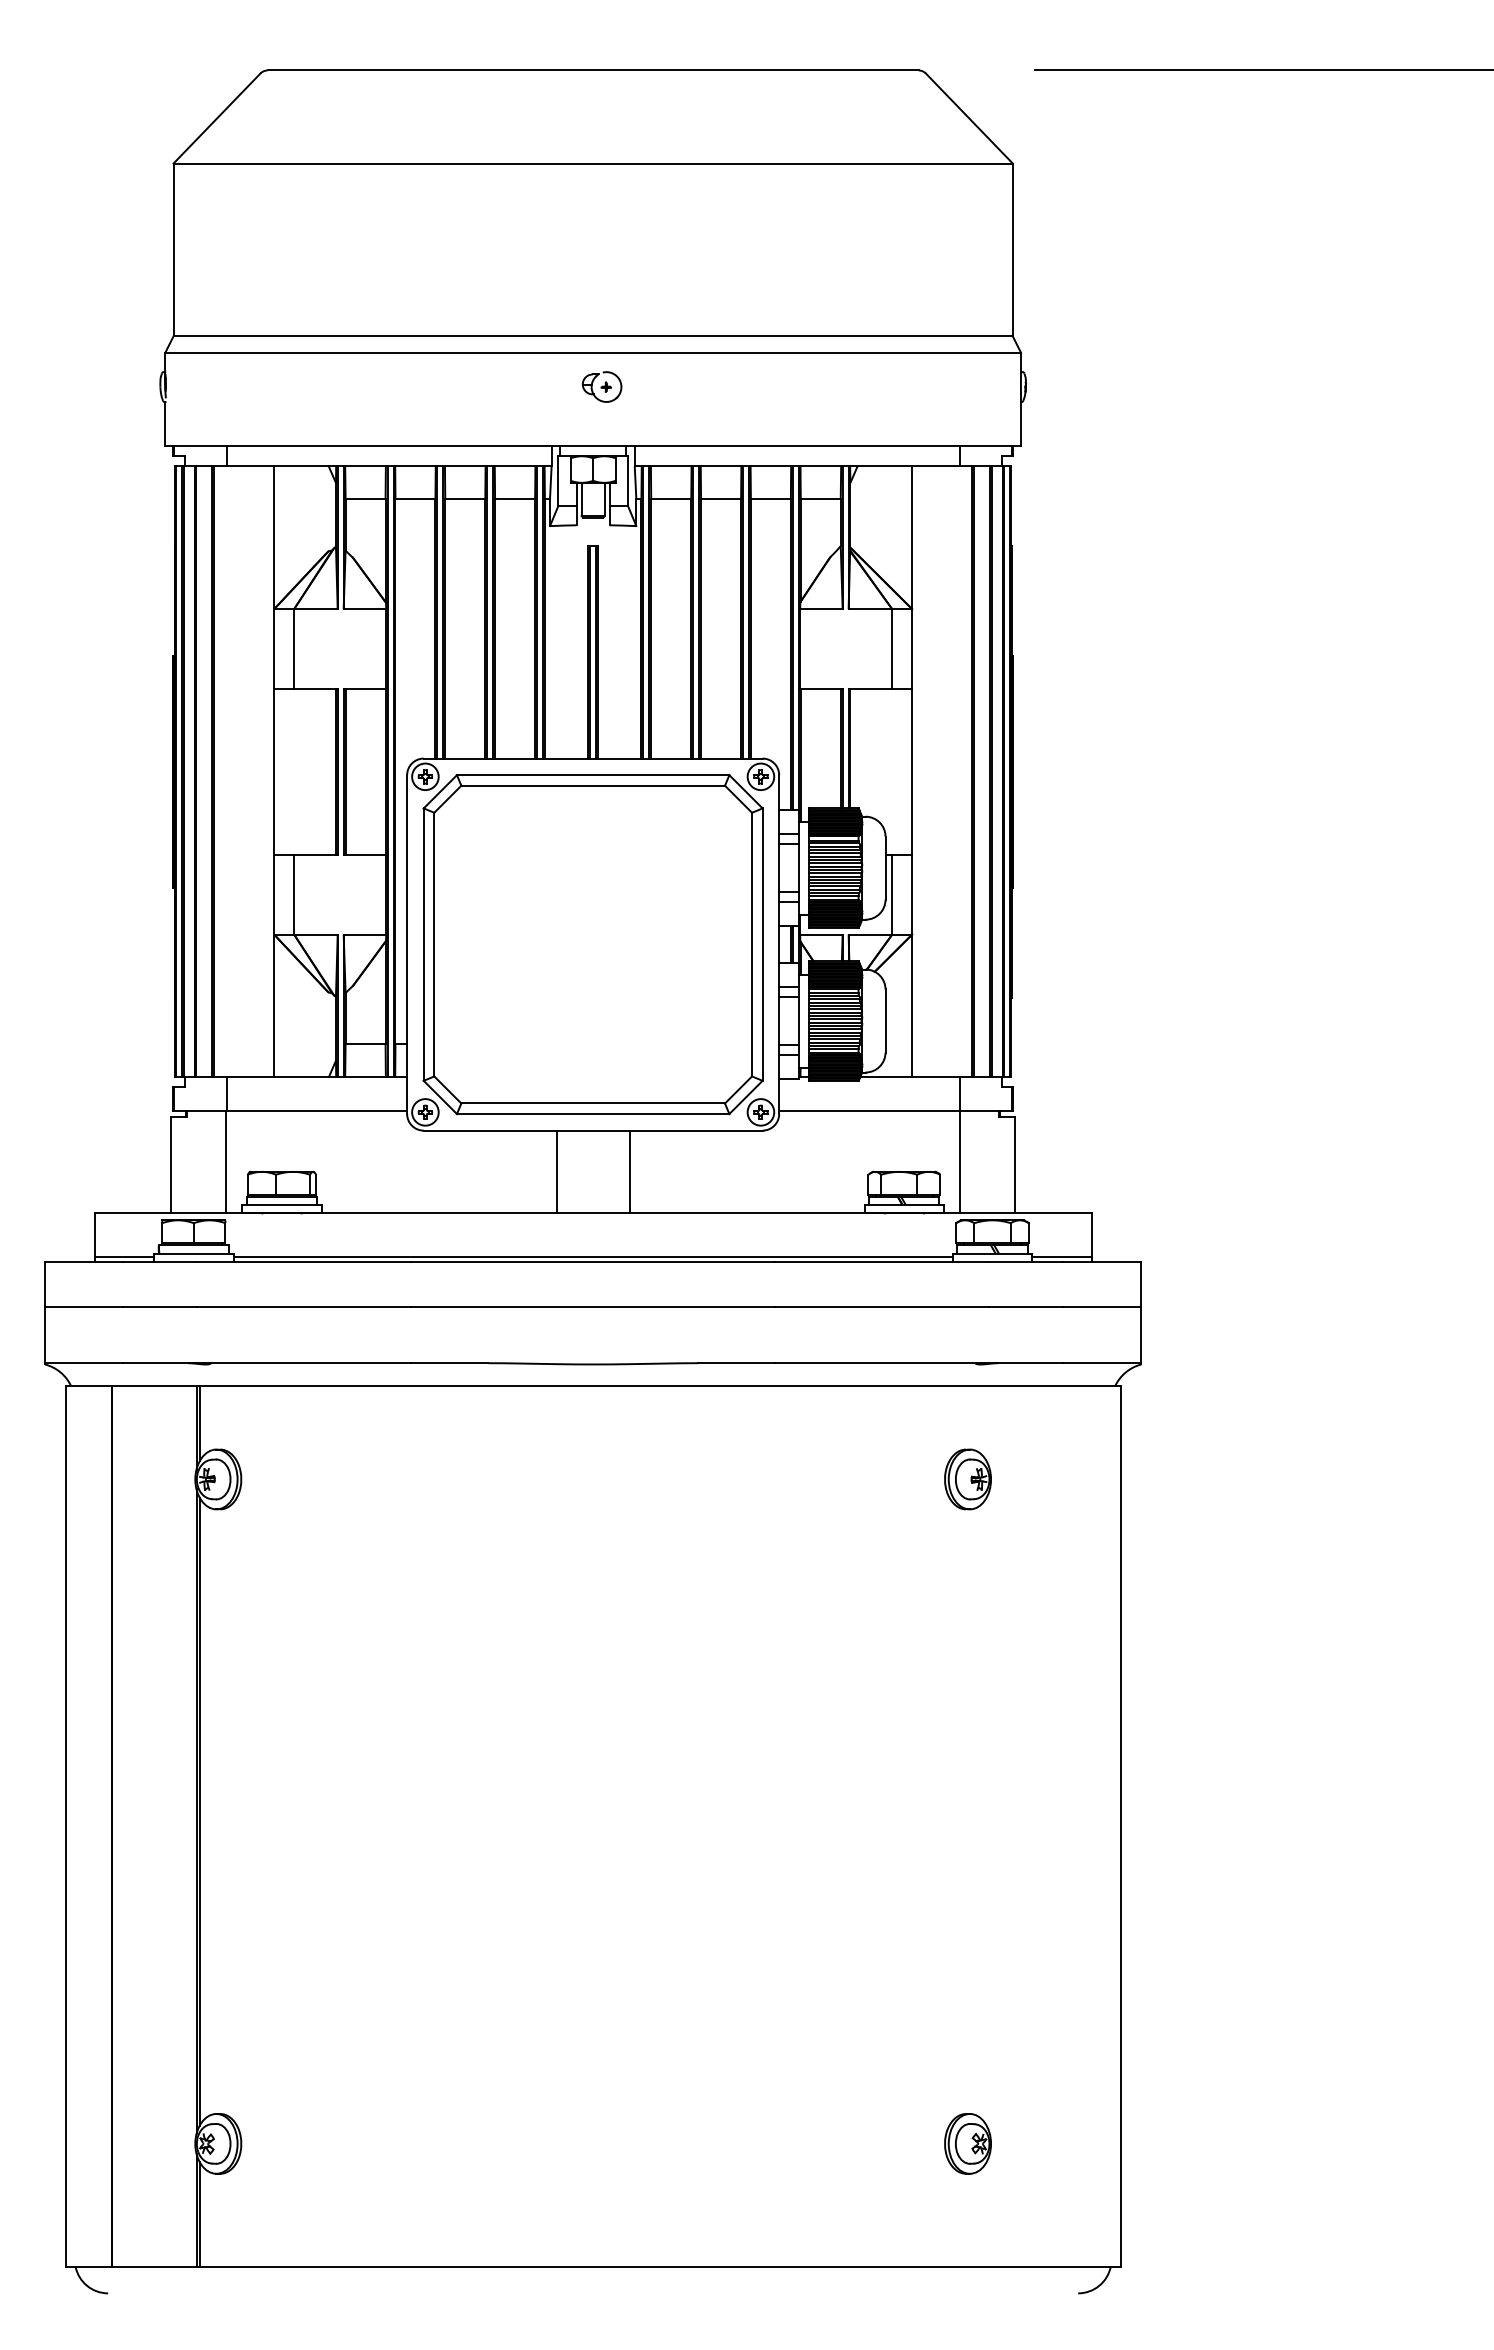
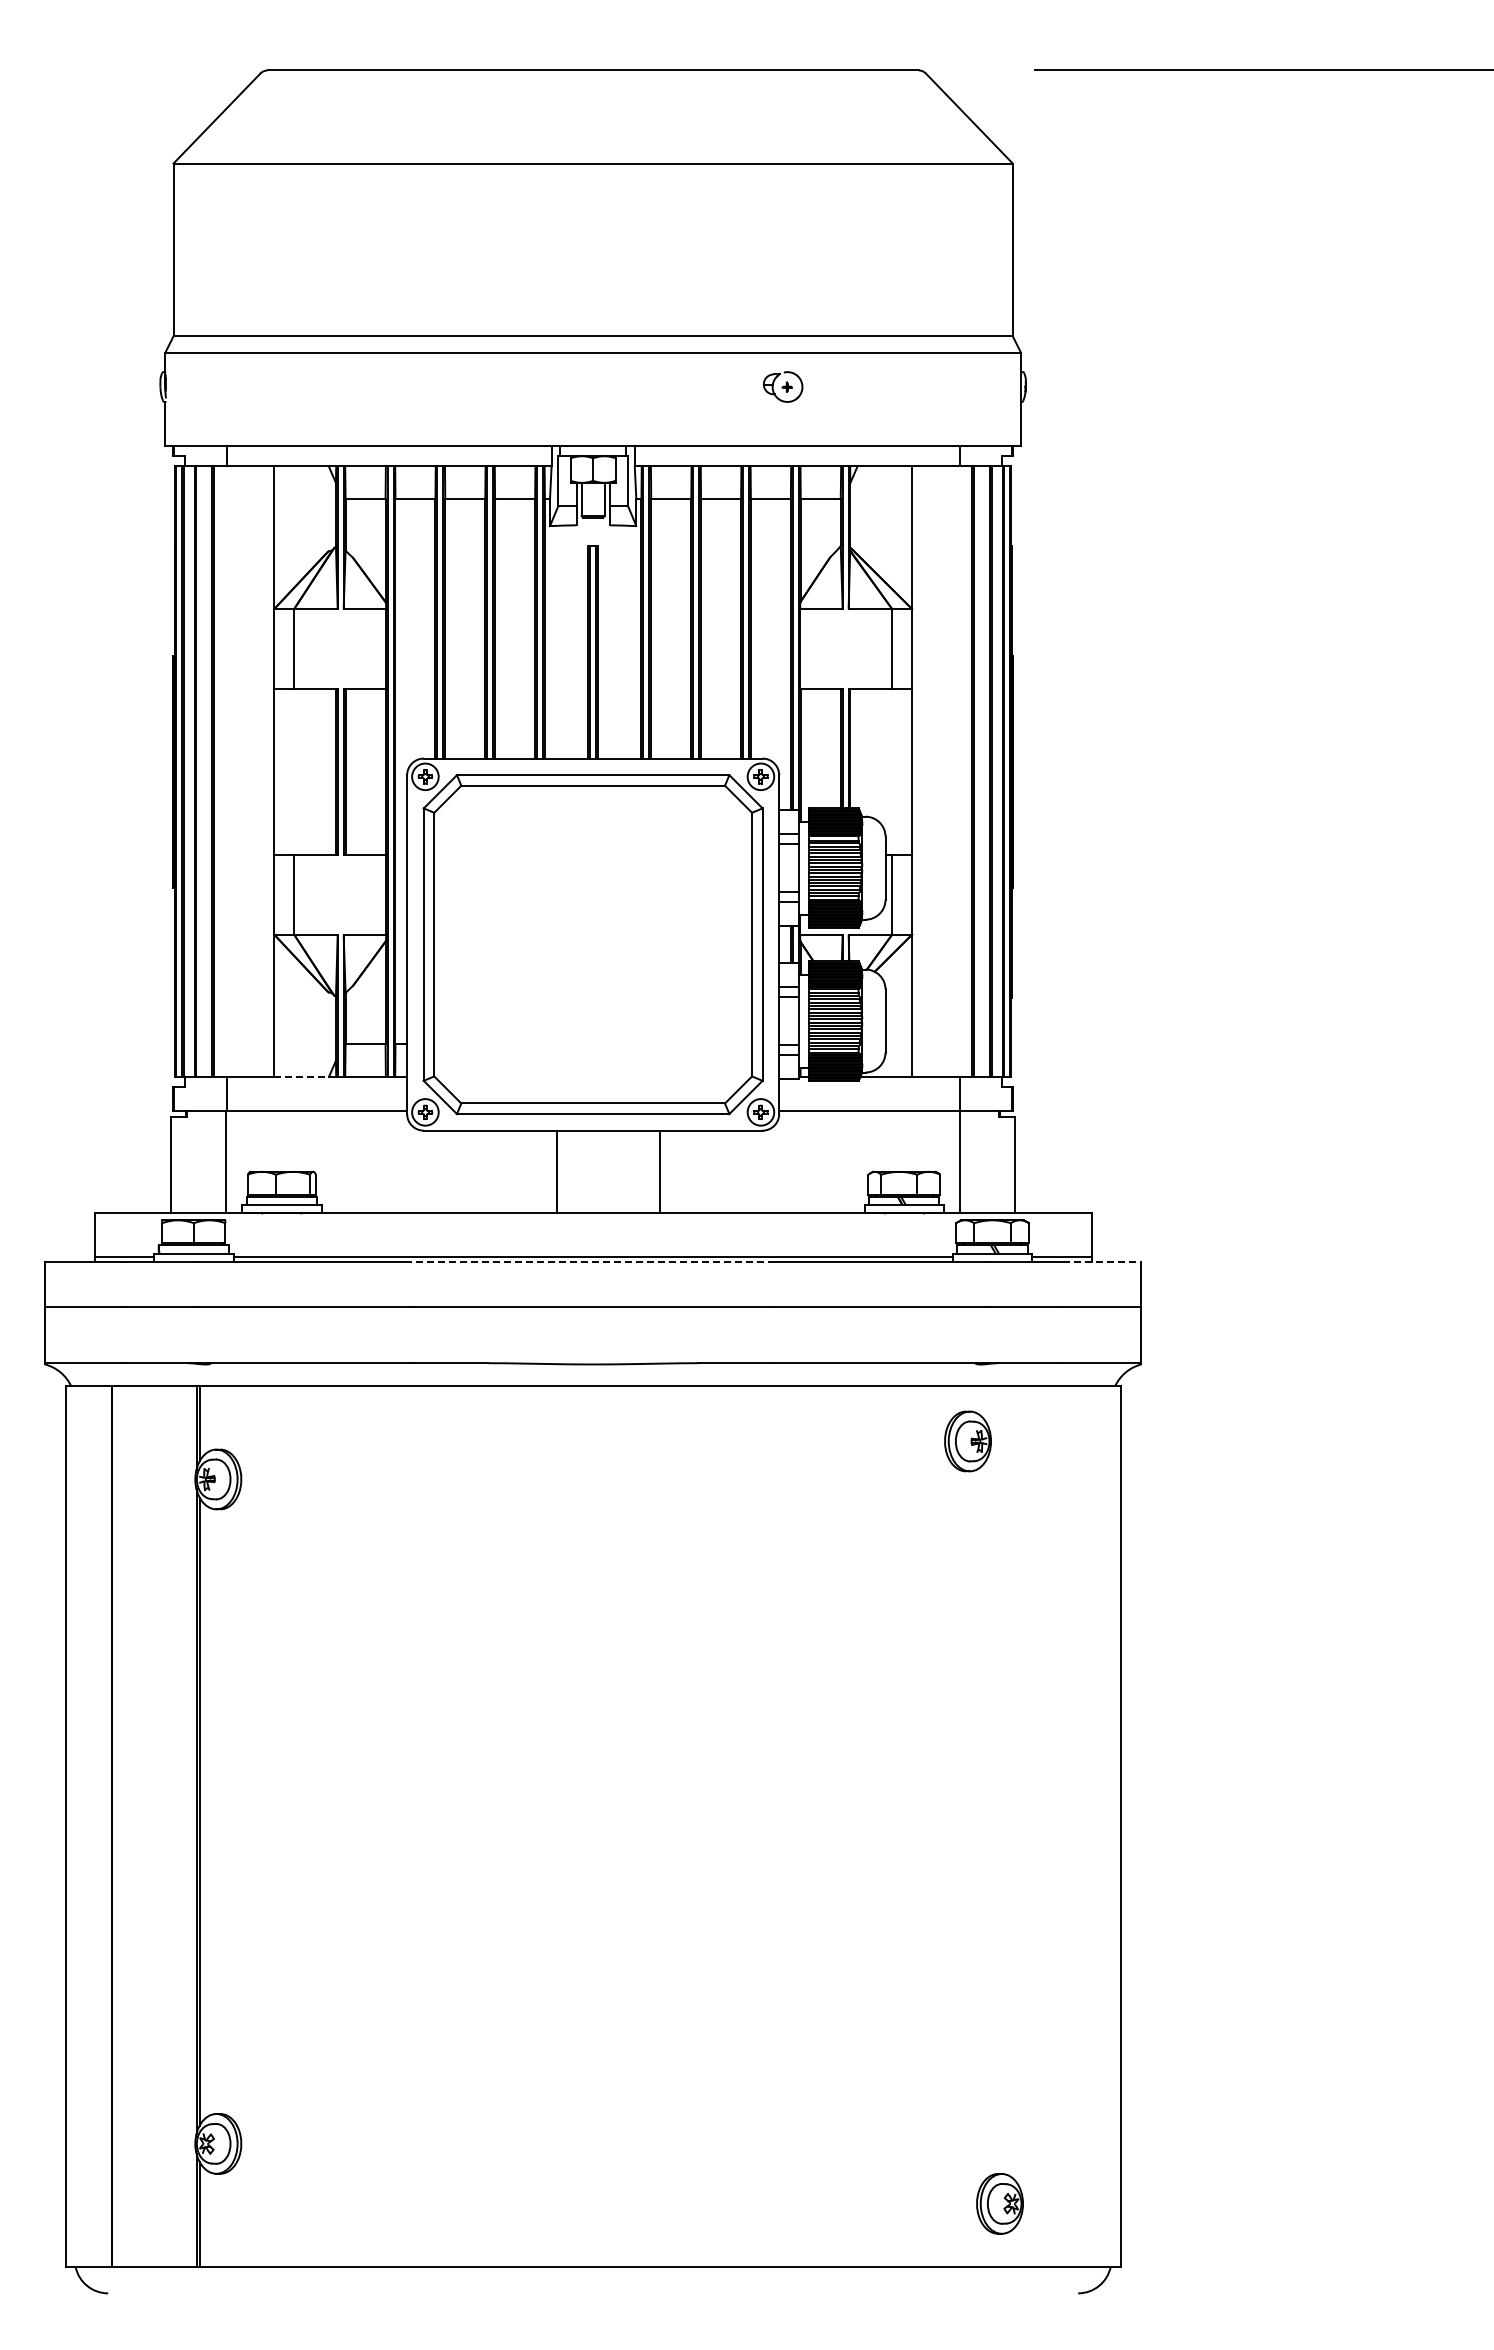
part at (601, 386) position: (601, 386) -> (782, 386)
line at (301, 1077): solid -> dashed
line at (629, 1171) position: (629, 1171) -> (659, 1171)
line at (593, 1261): solid -> dashed
line at (1102, 1261): solid -> dashed
part at (967, 1479) position: (967, 1479) -> (967, 1441)
part at (967, 2143) position: (967, 2143) -> (999, 2203)
